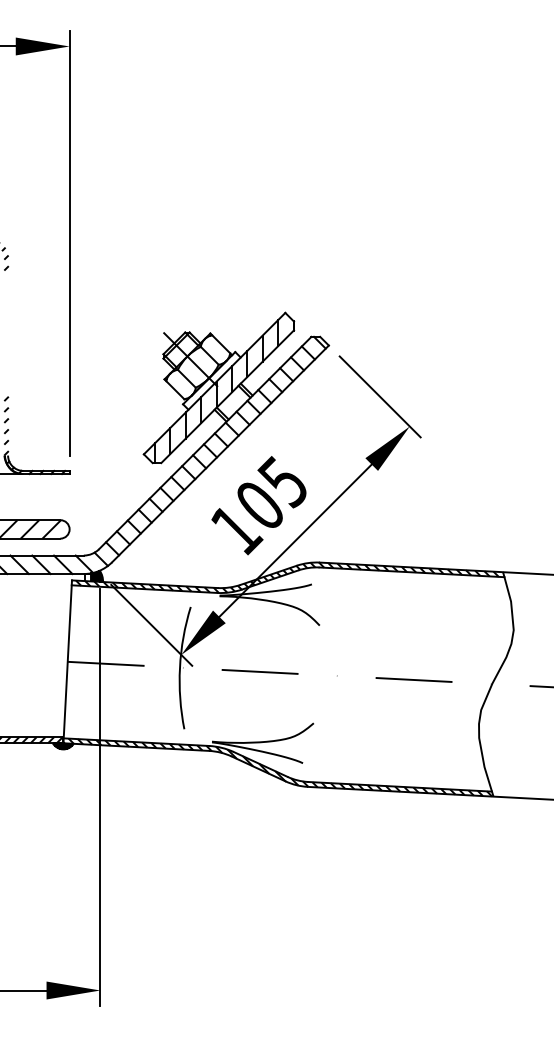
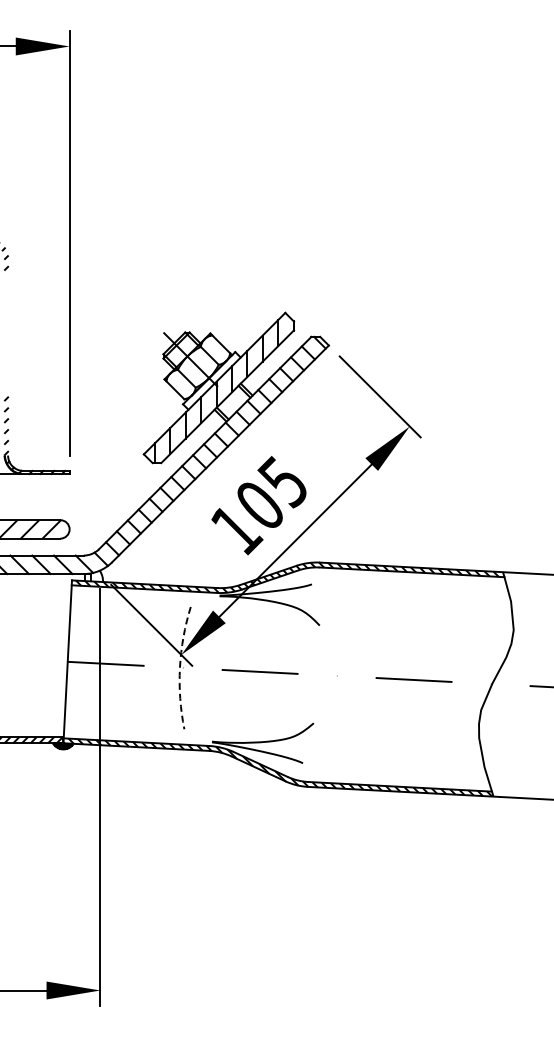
hatch at (95, 575): present -> none
arc at (179, 667): solid -> dashed
